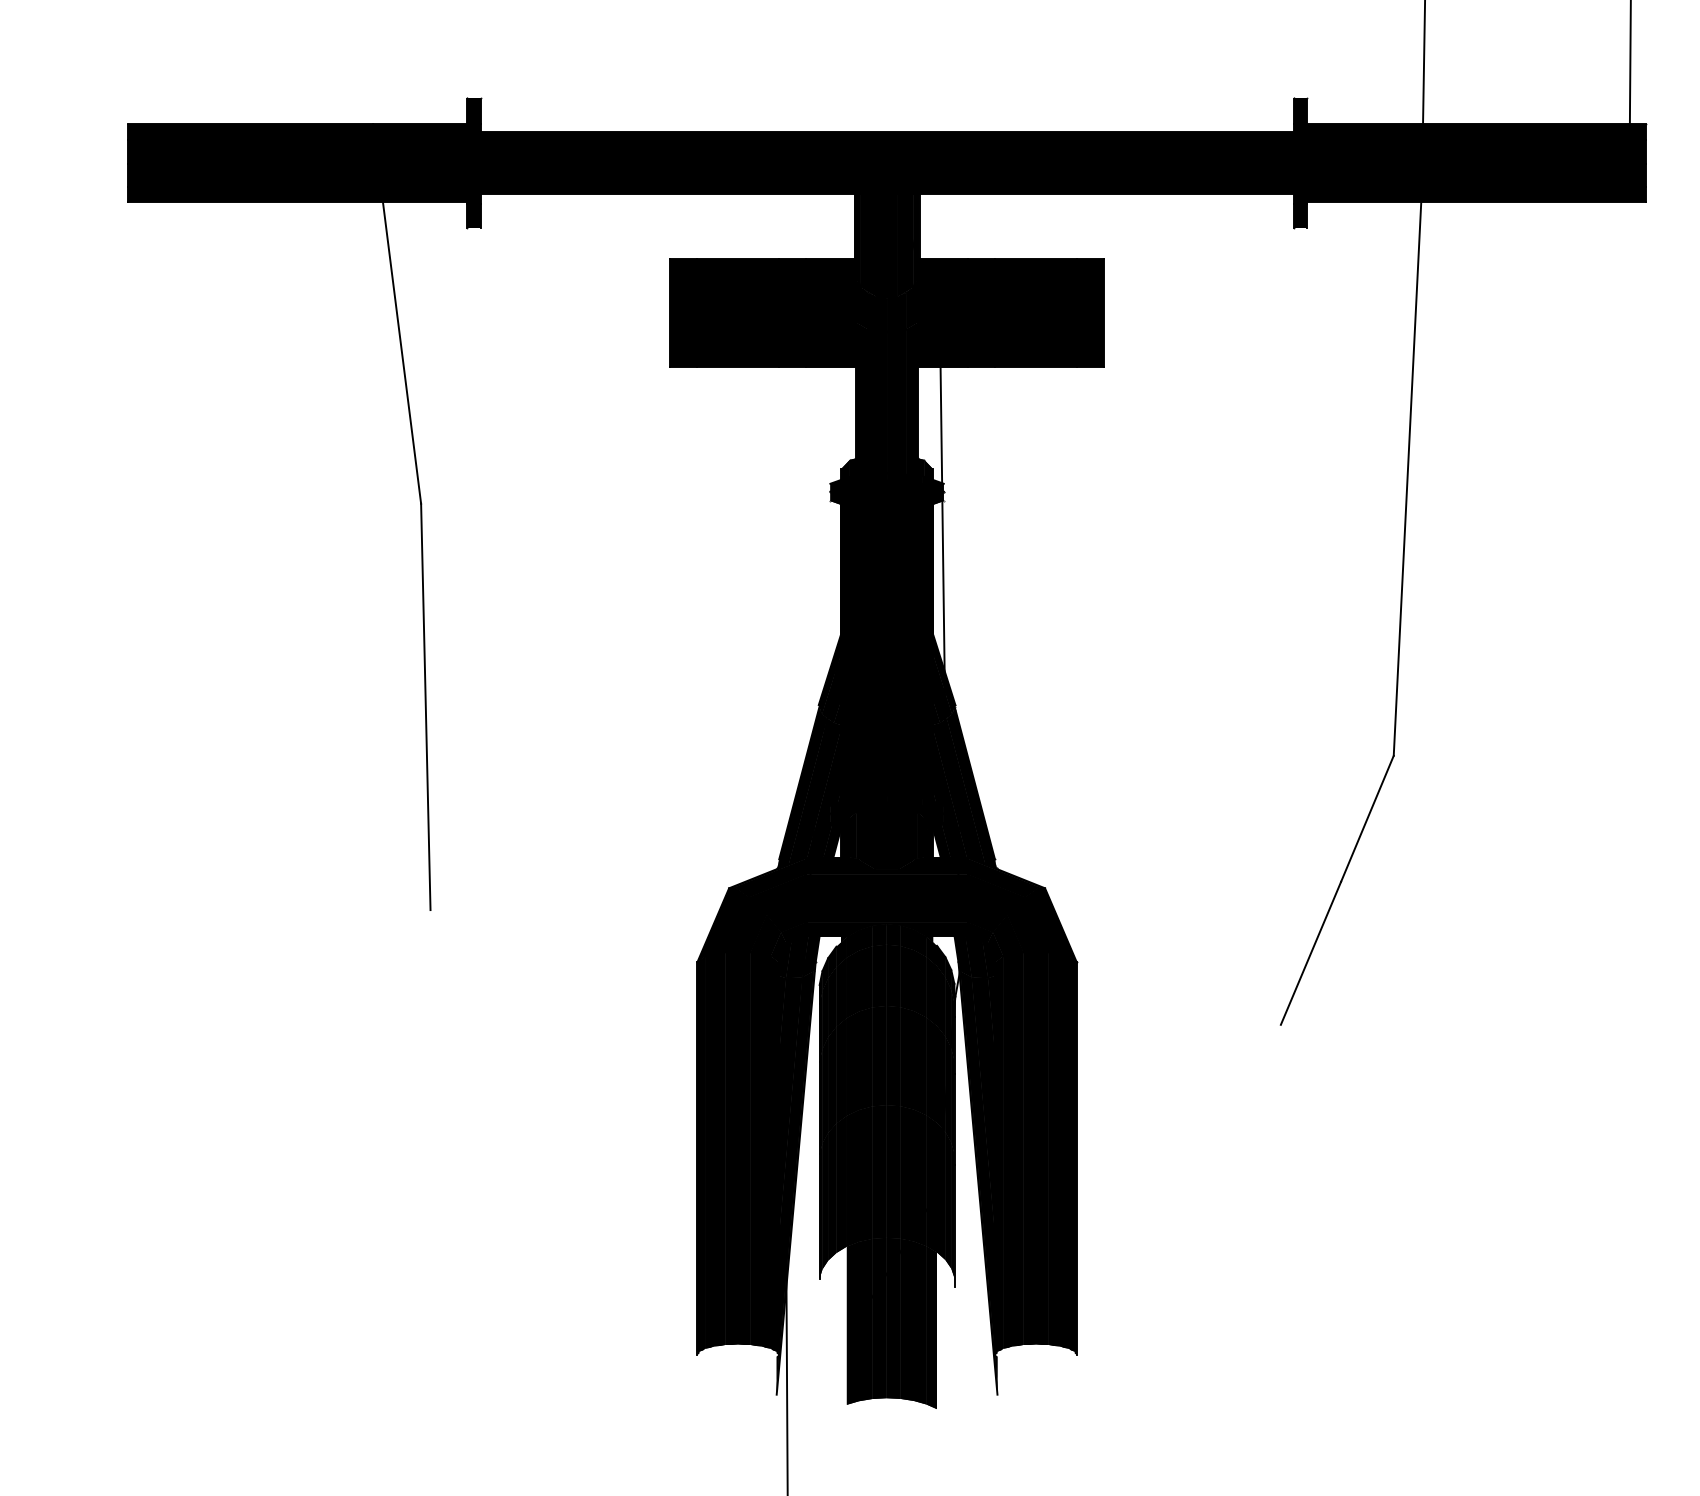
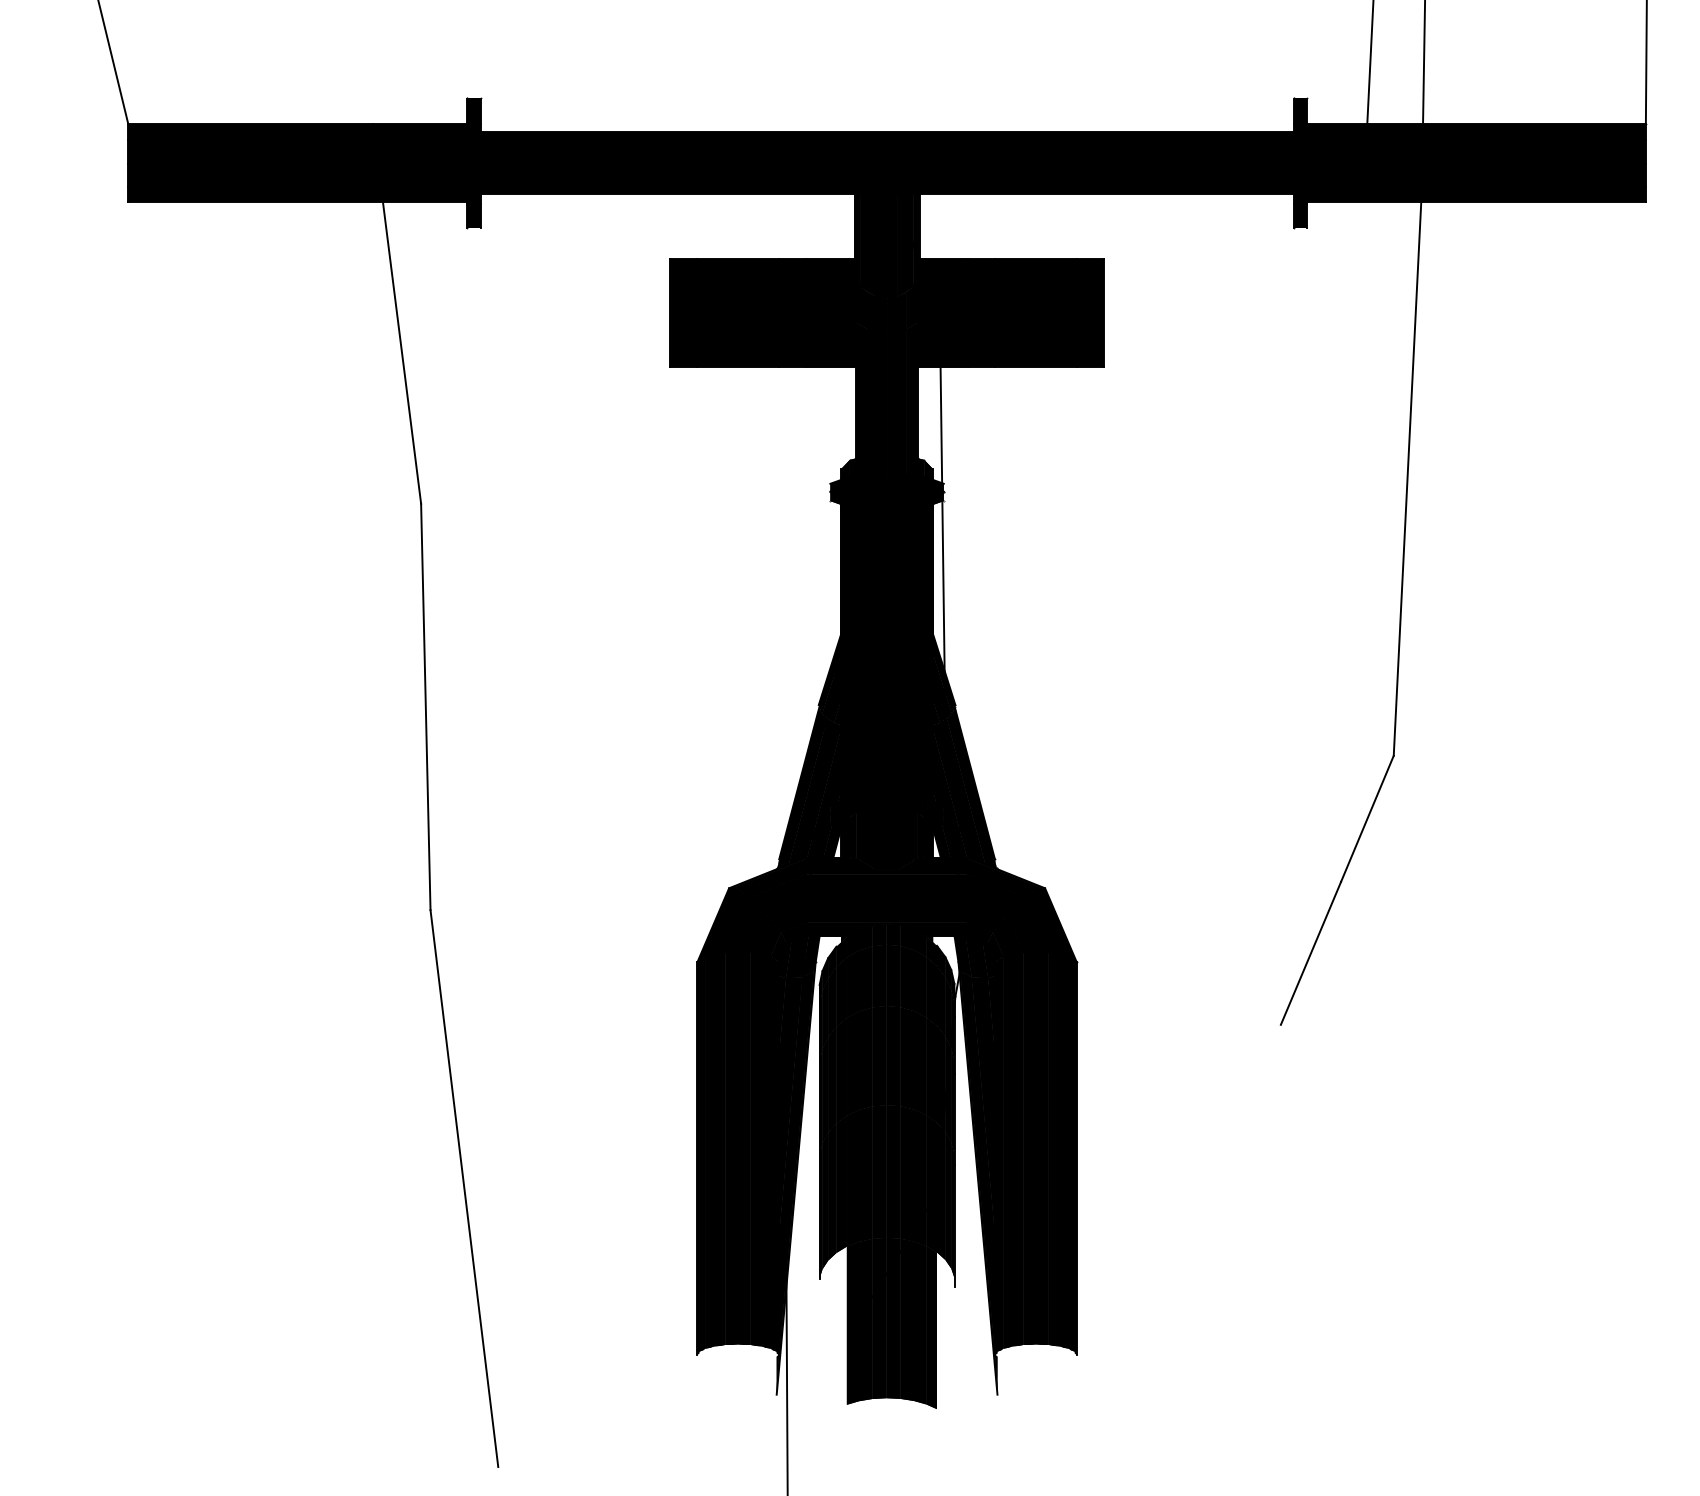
line at (113, 63): none -> present
line at (1370, 63): none -> present
line at (1629, 63) position: (1629, 63) -> (1645, 63)
line at (464, 1188): none -> present
